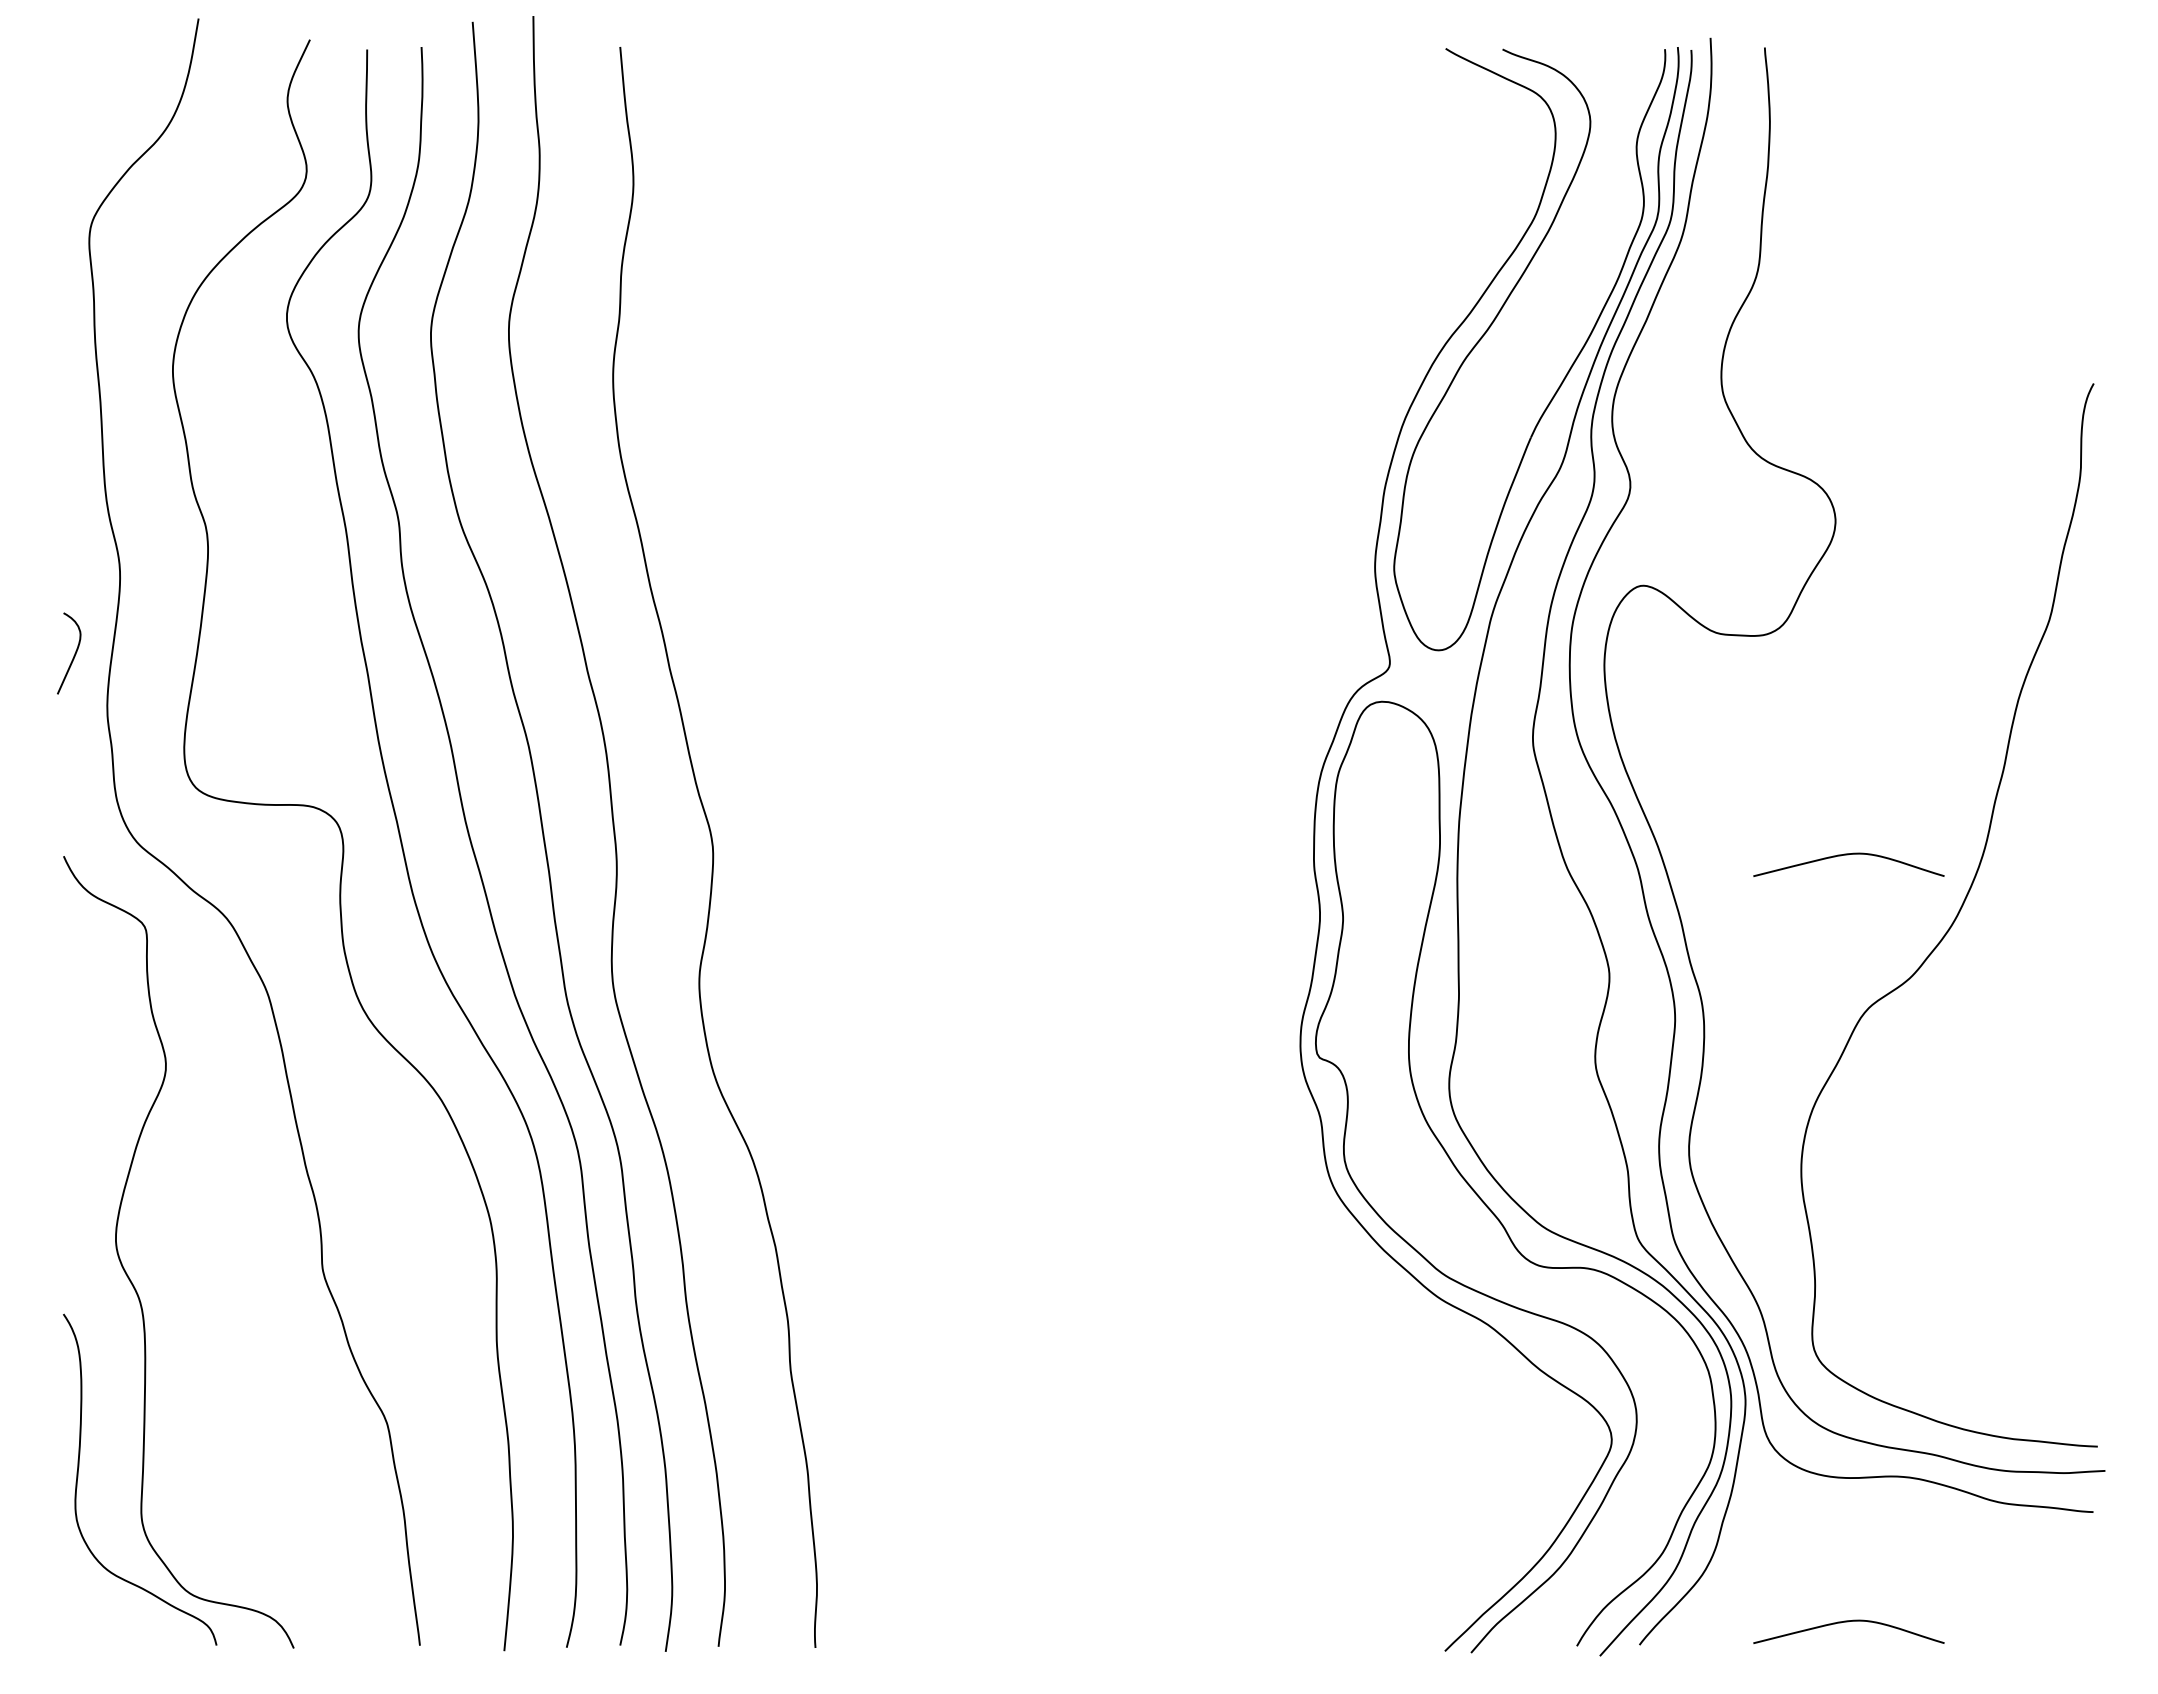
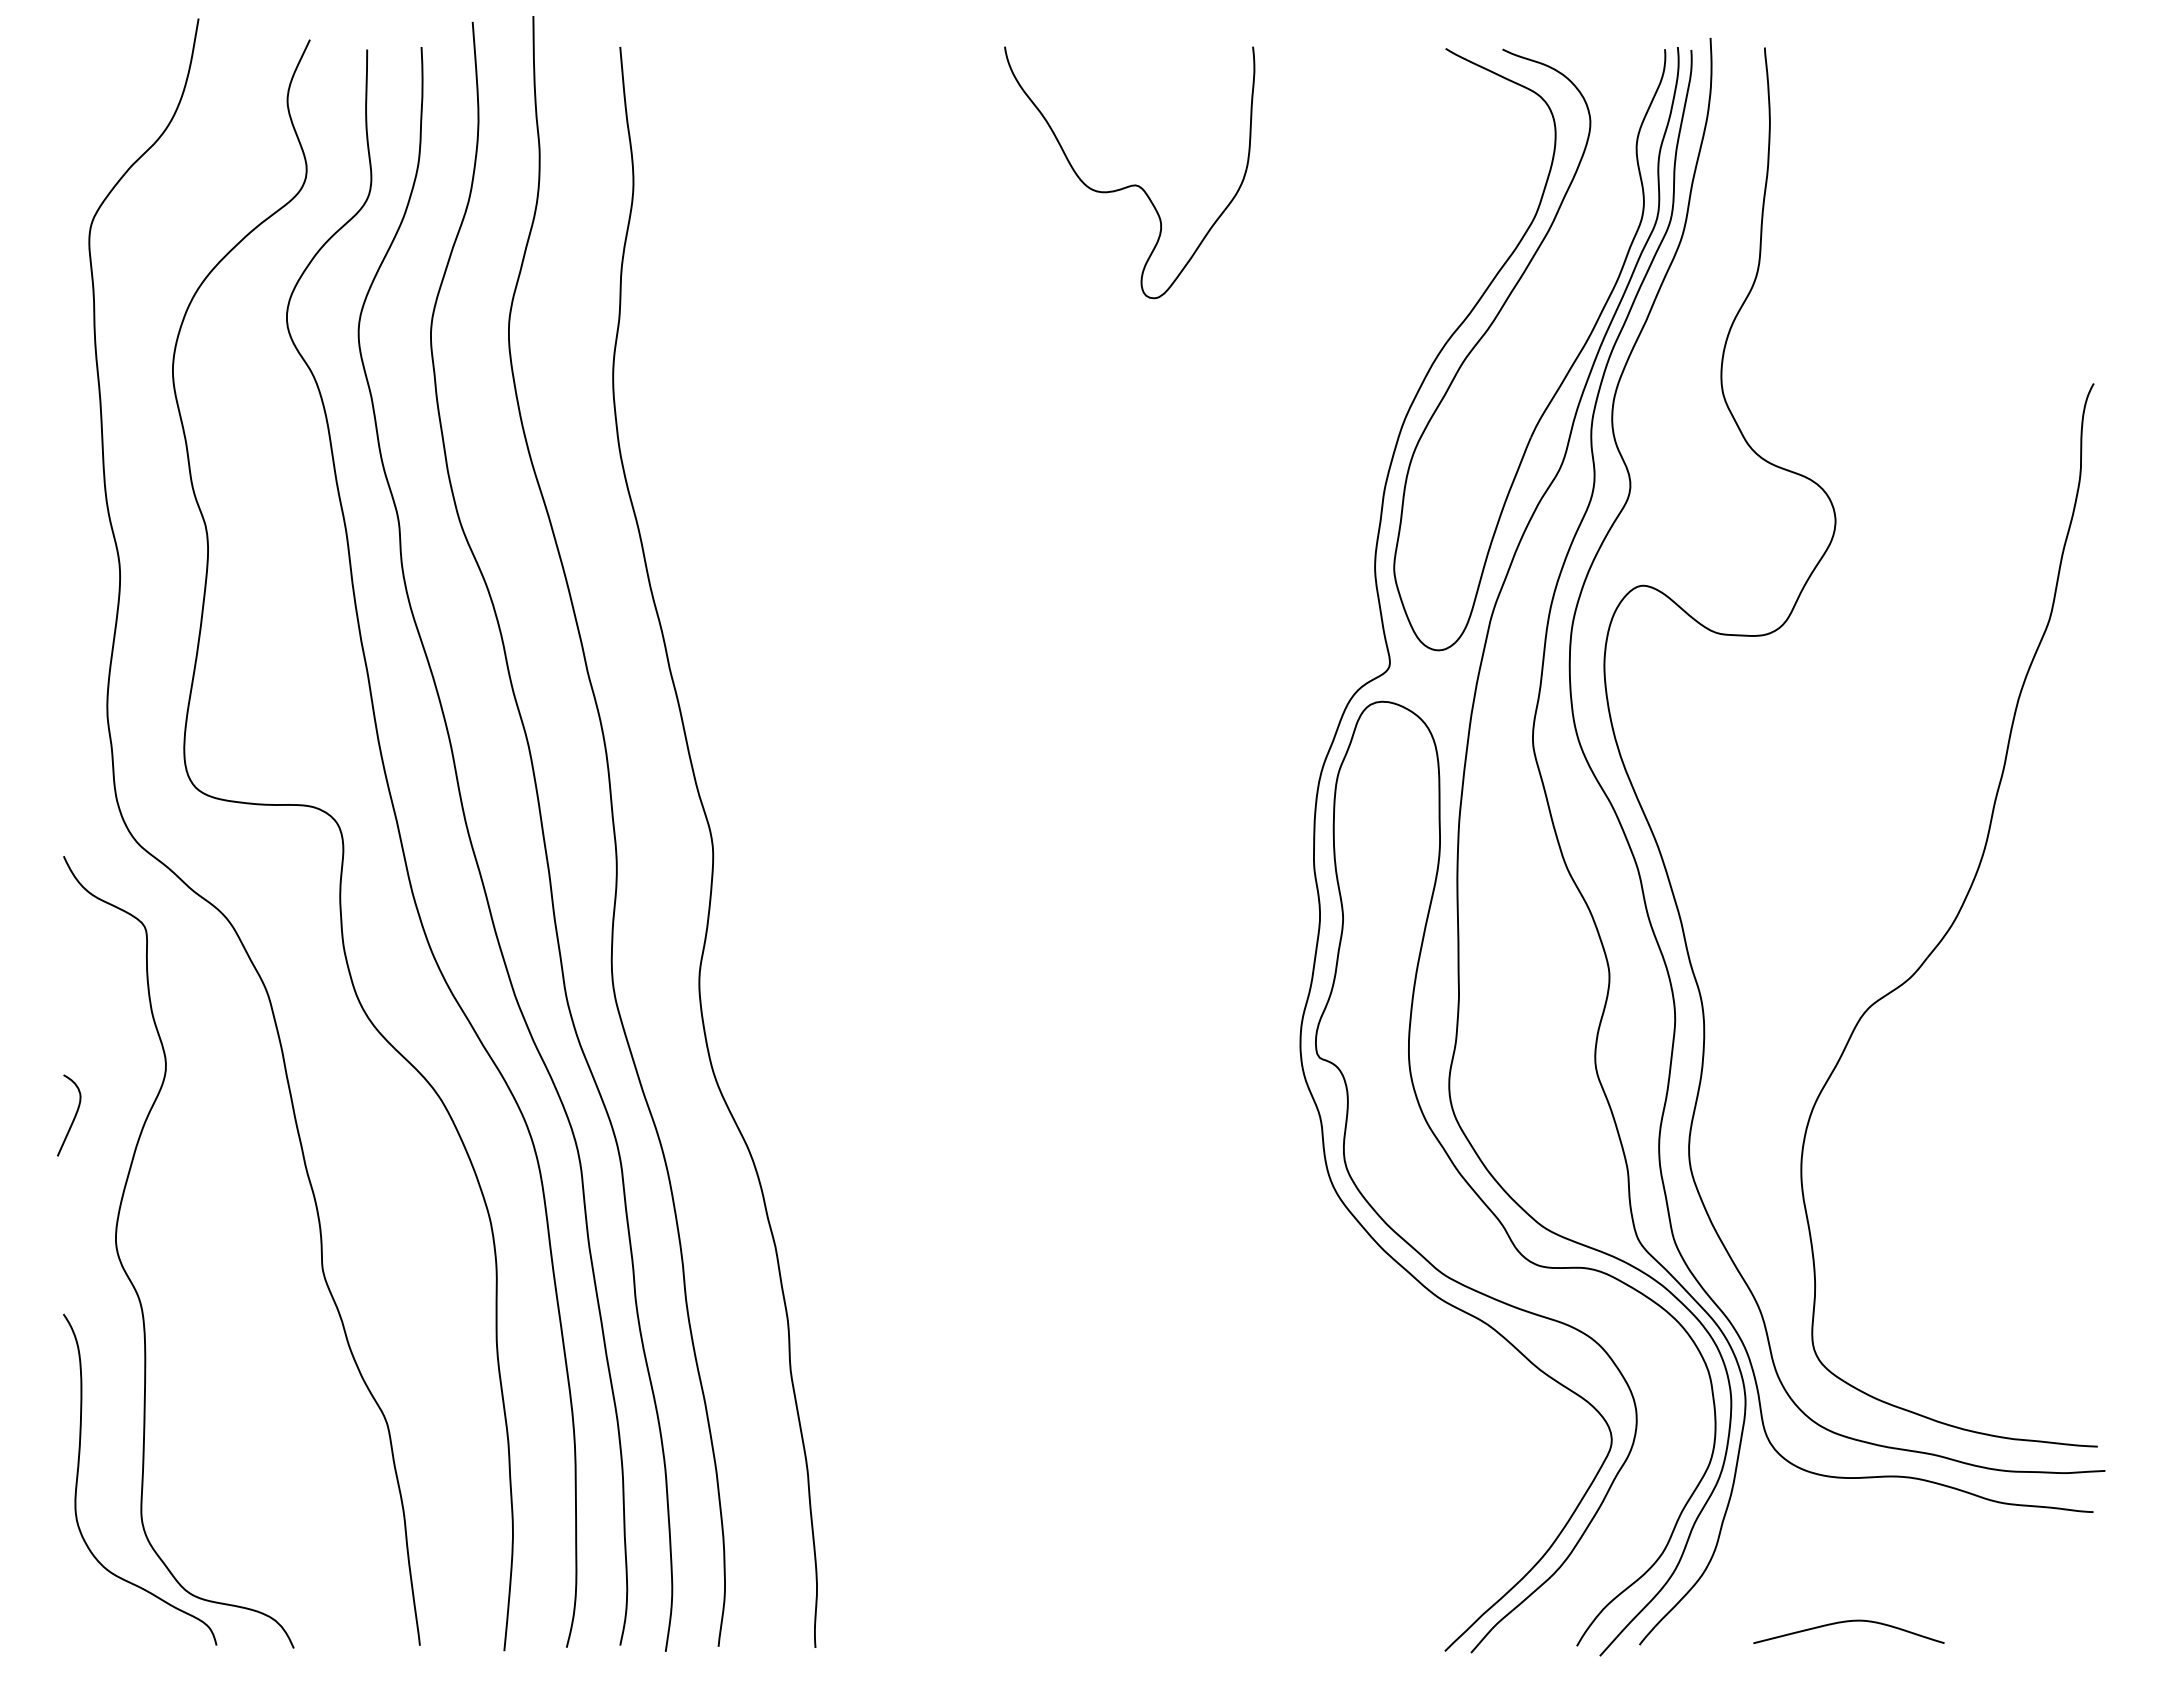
curve at (1132, 184): none -> present
curve at (73, 655) position: (73, 655) -> (73, 1117)
curve at (1848, 855): present -> none
